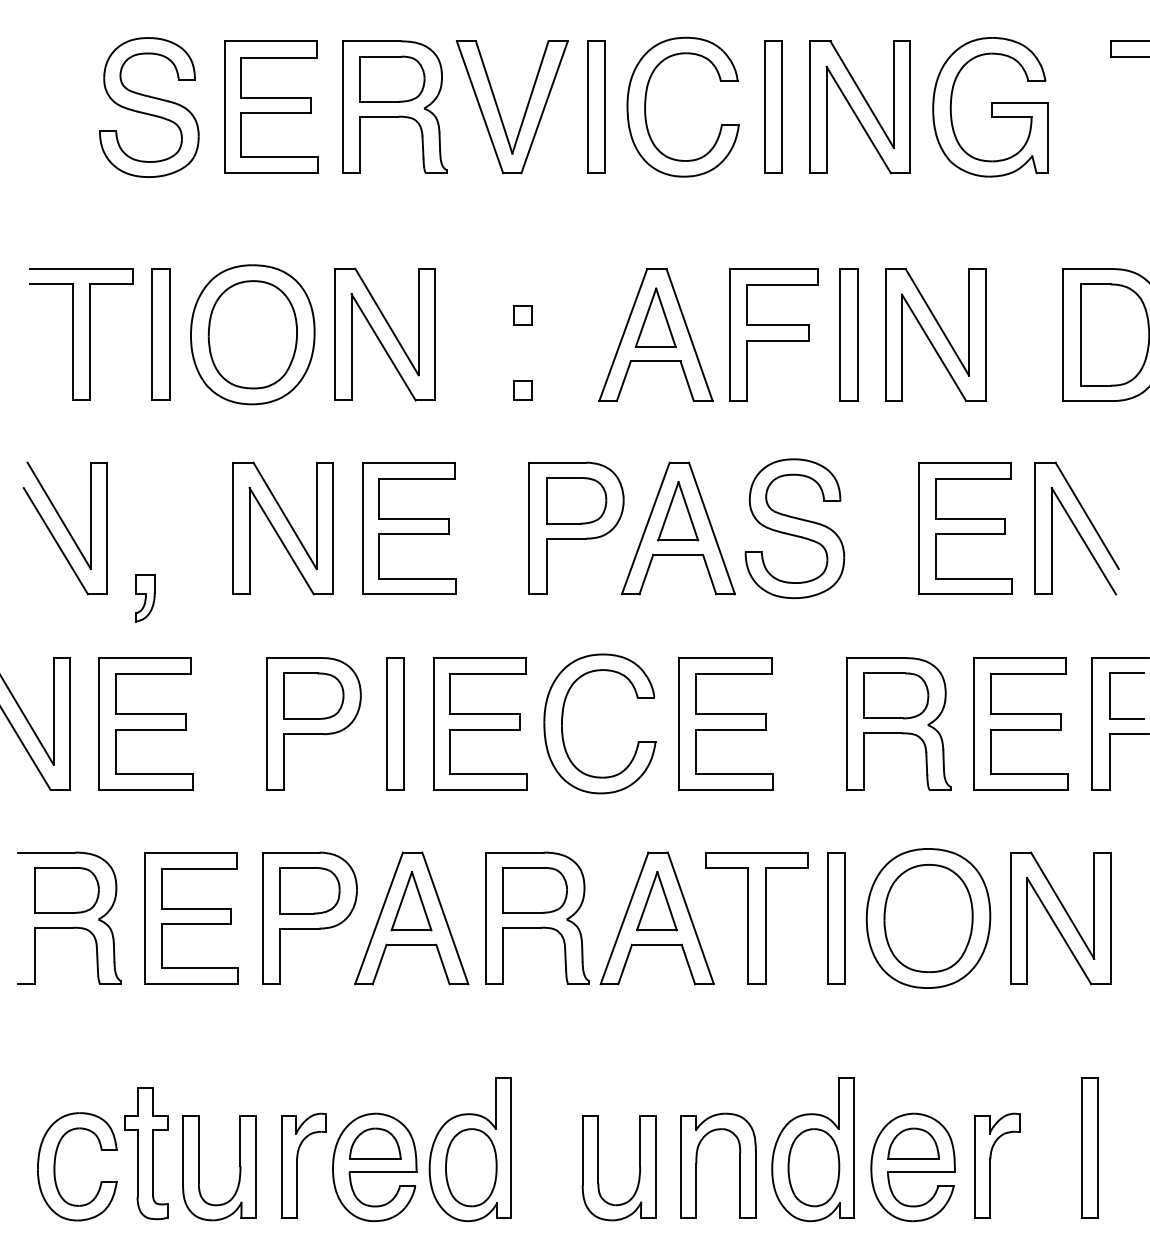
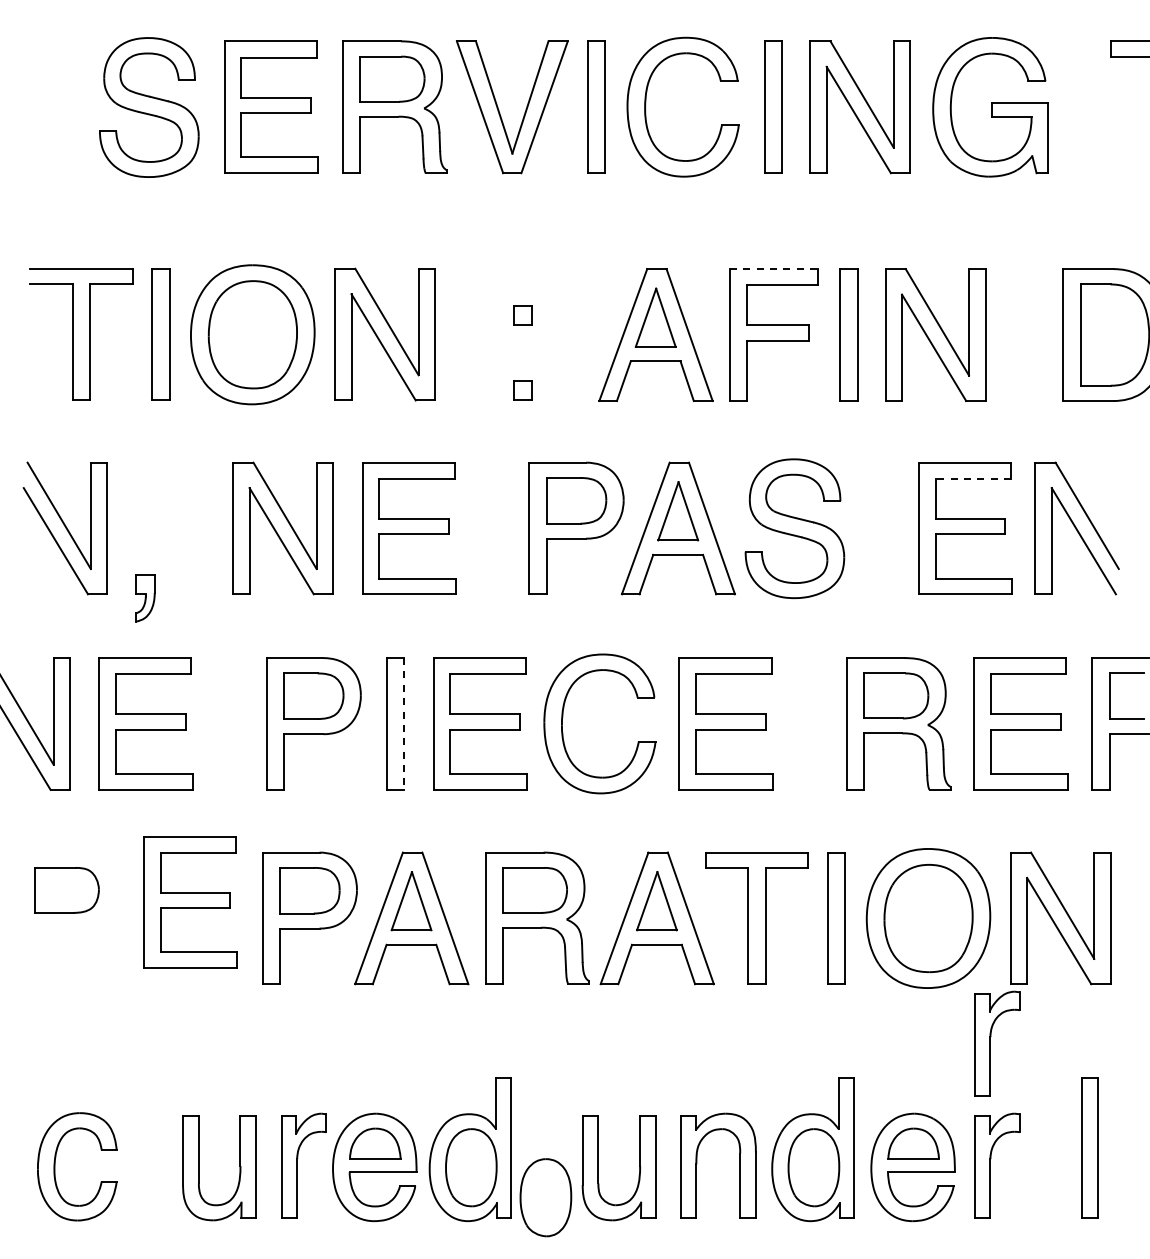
line at (774, 269): solid -> dashed
line at (973, 478): solid -> dashed
line at (404, 724): solid -> dashed
part at (191, 918) position: (191, 918) -> (190, 902)
part at (73, 926): present -> none
part at (990, 1043): none -> present
part at (146, 1153): present -> none
part at (545, 1197): none -> present
